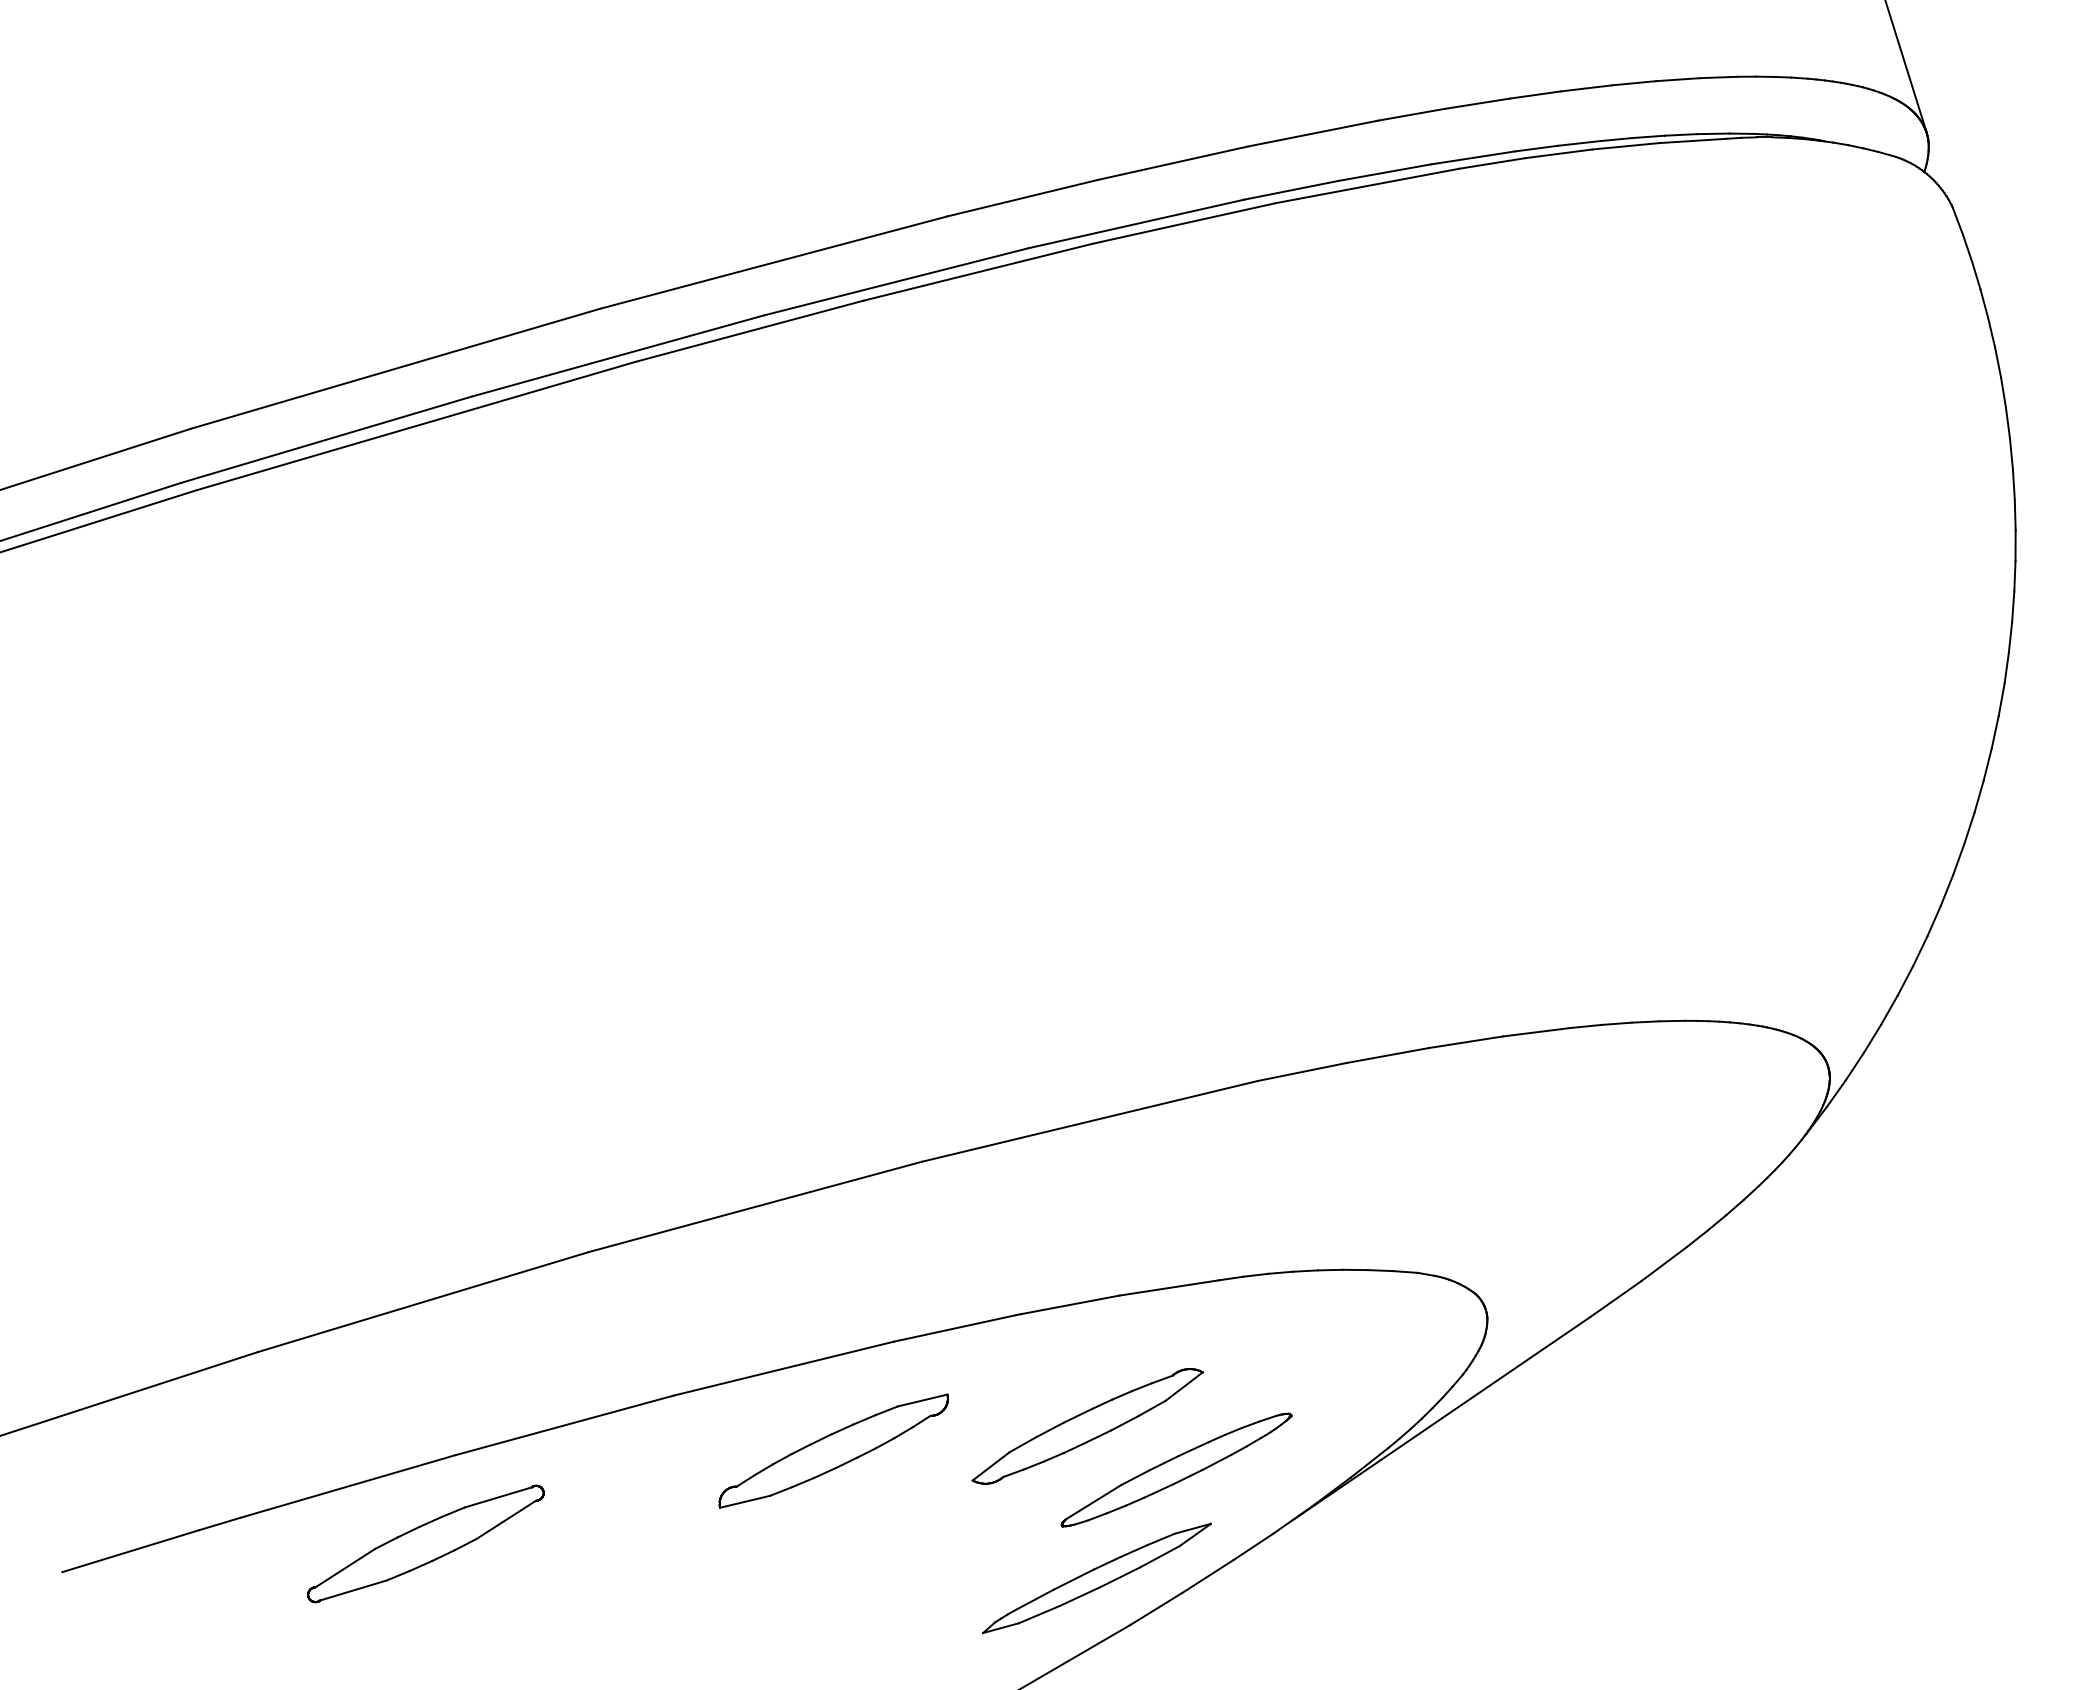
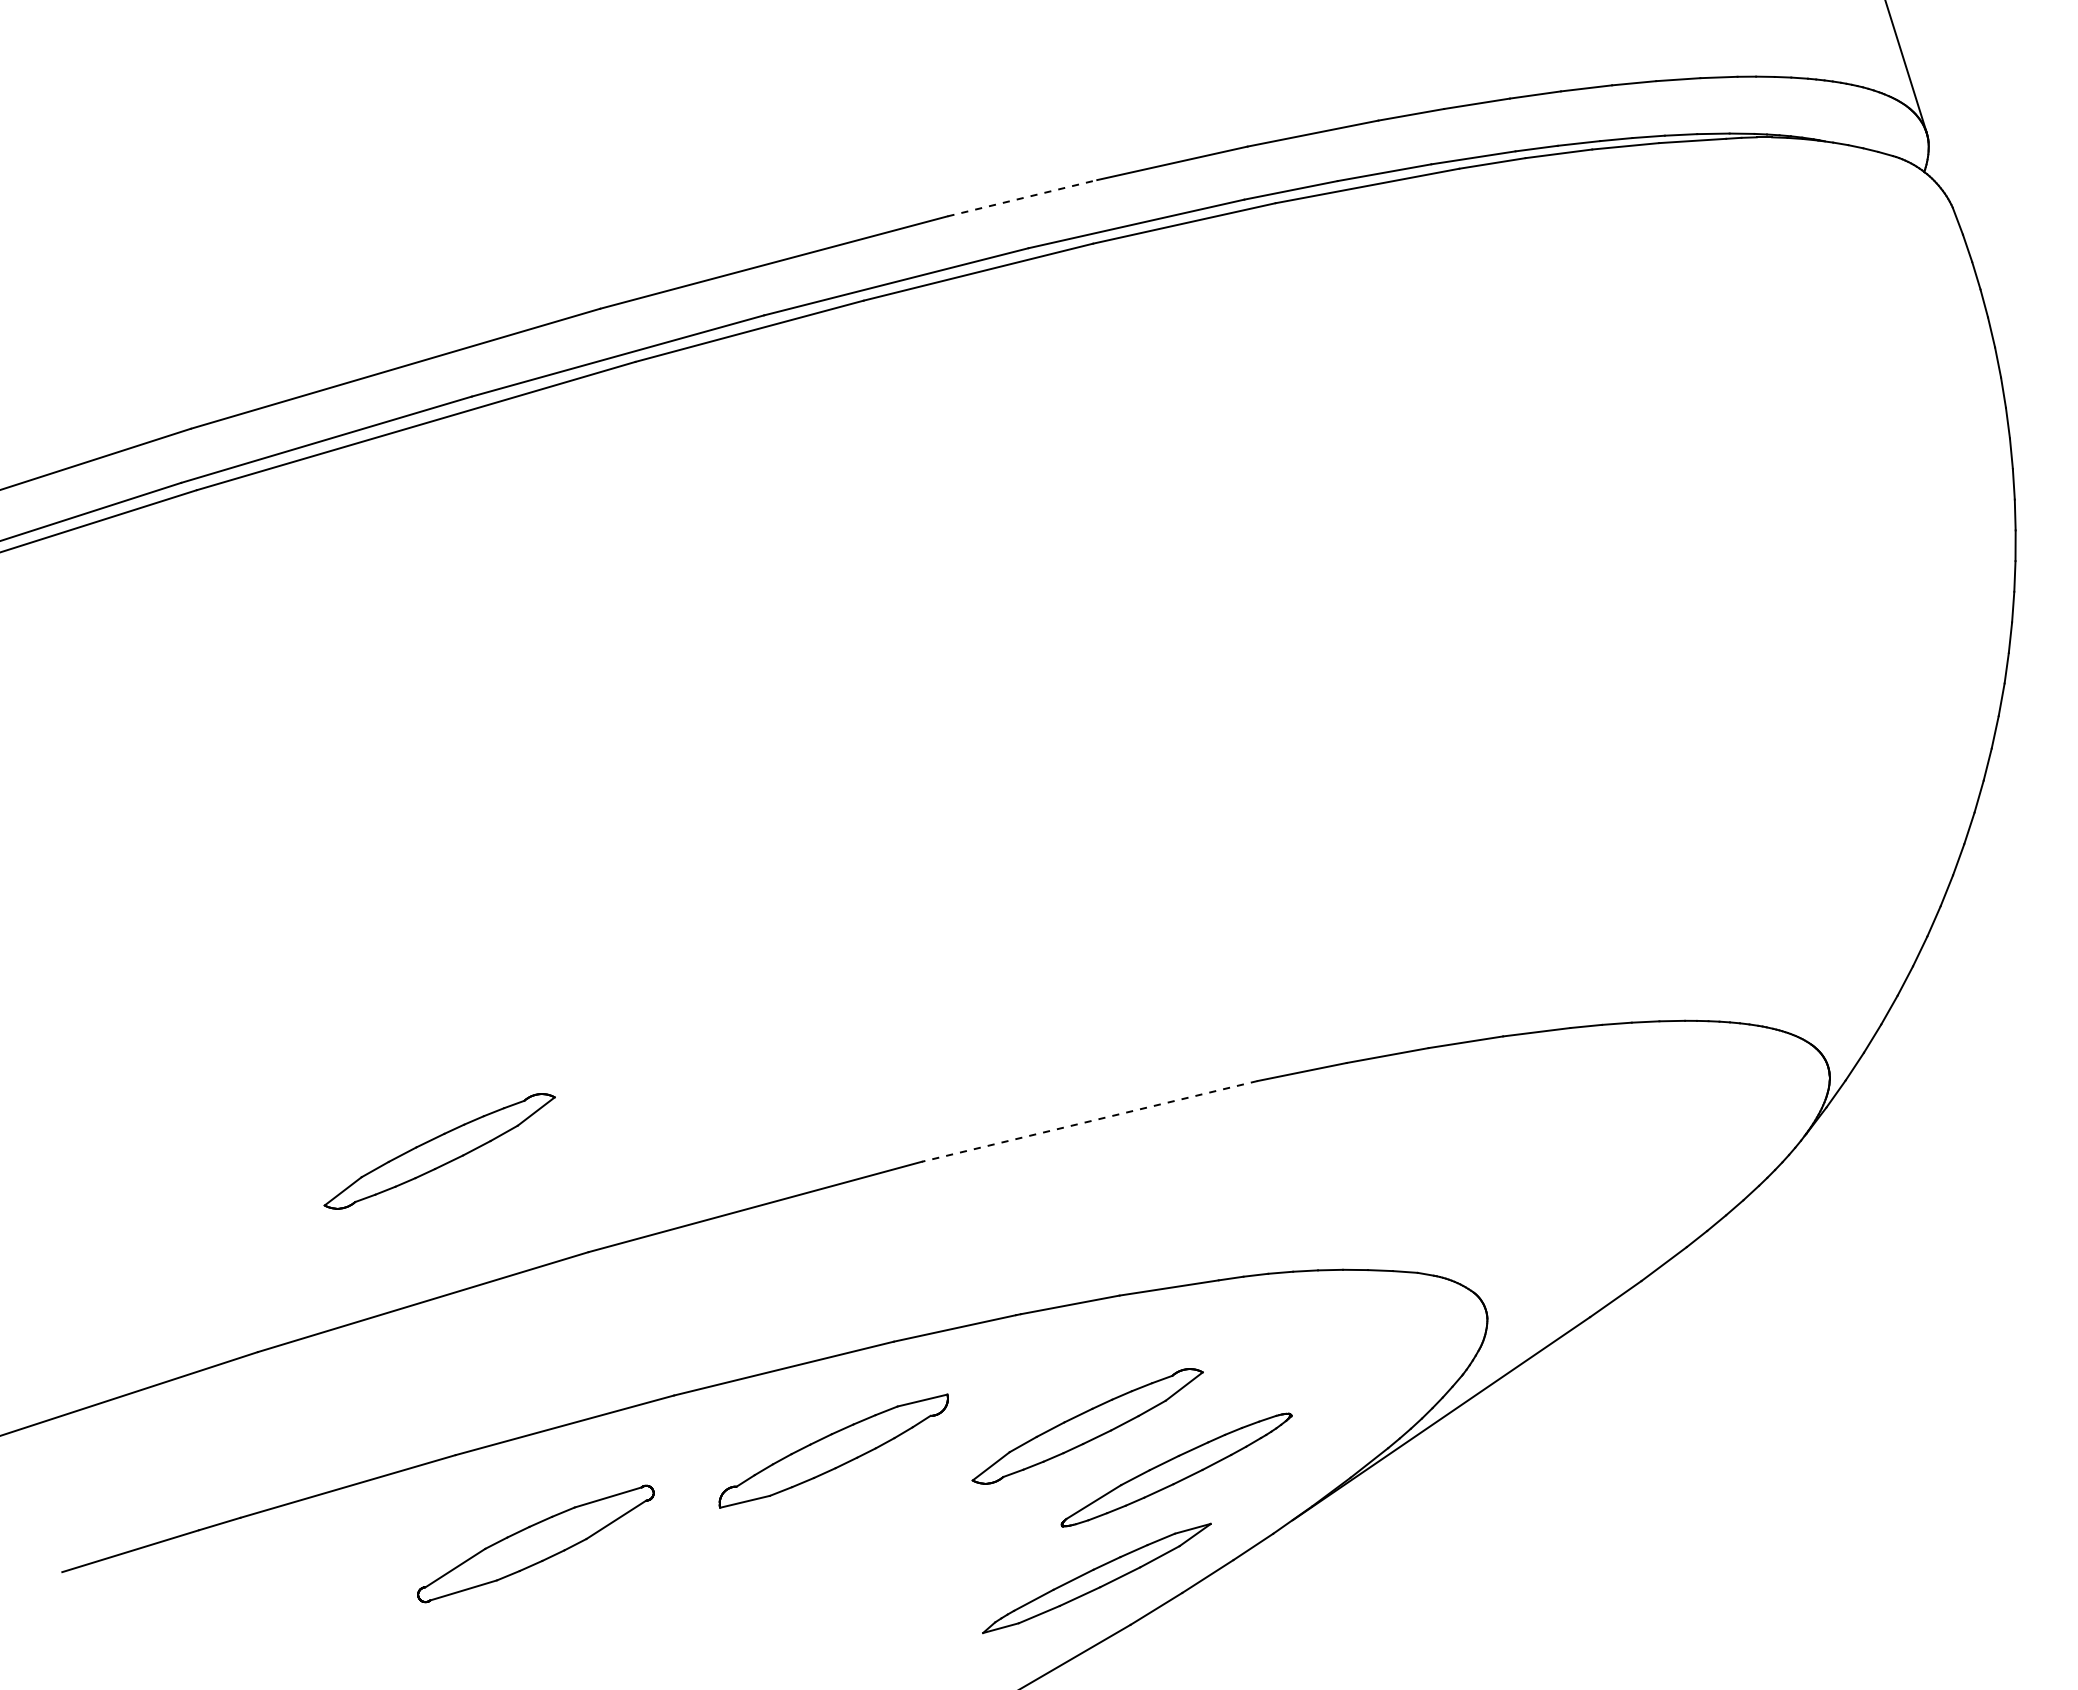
line at (1022, 198): solid -> dashed
line at (1089, 1121): solid -> dashed
part at (439, 1151): none -> present
part at (425, 1543) position: (425, 1543) -> (535, 1543)
